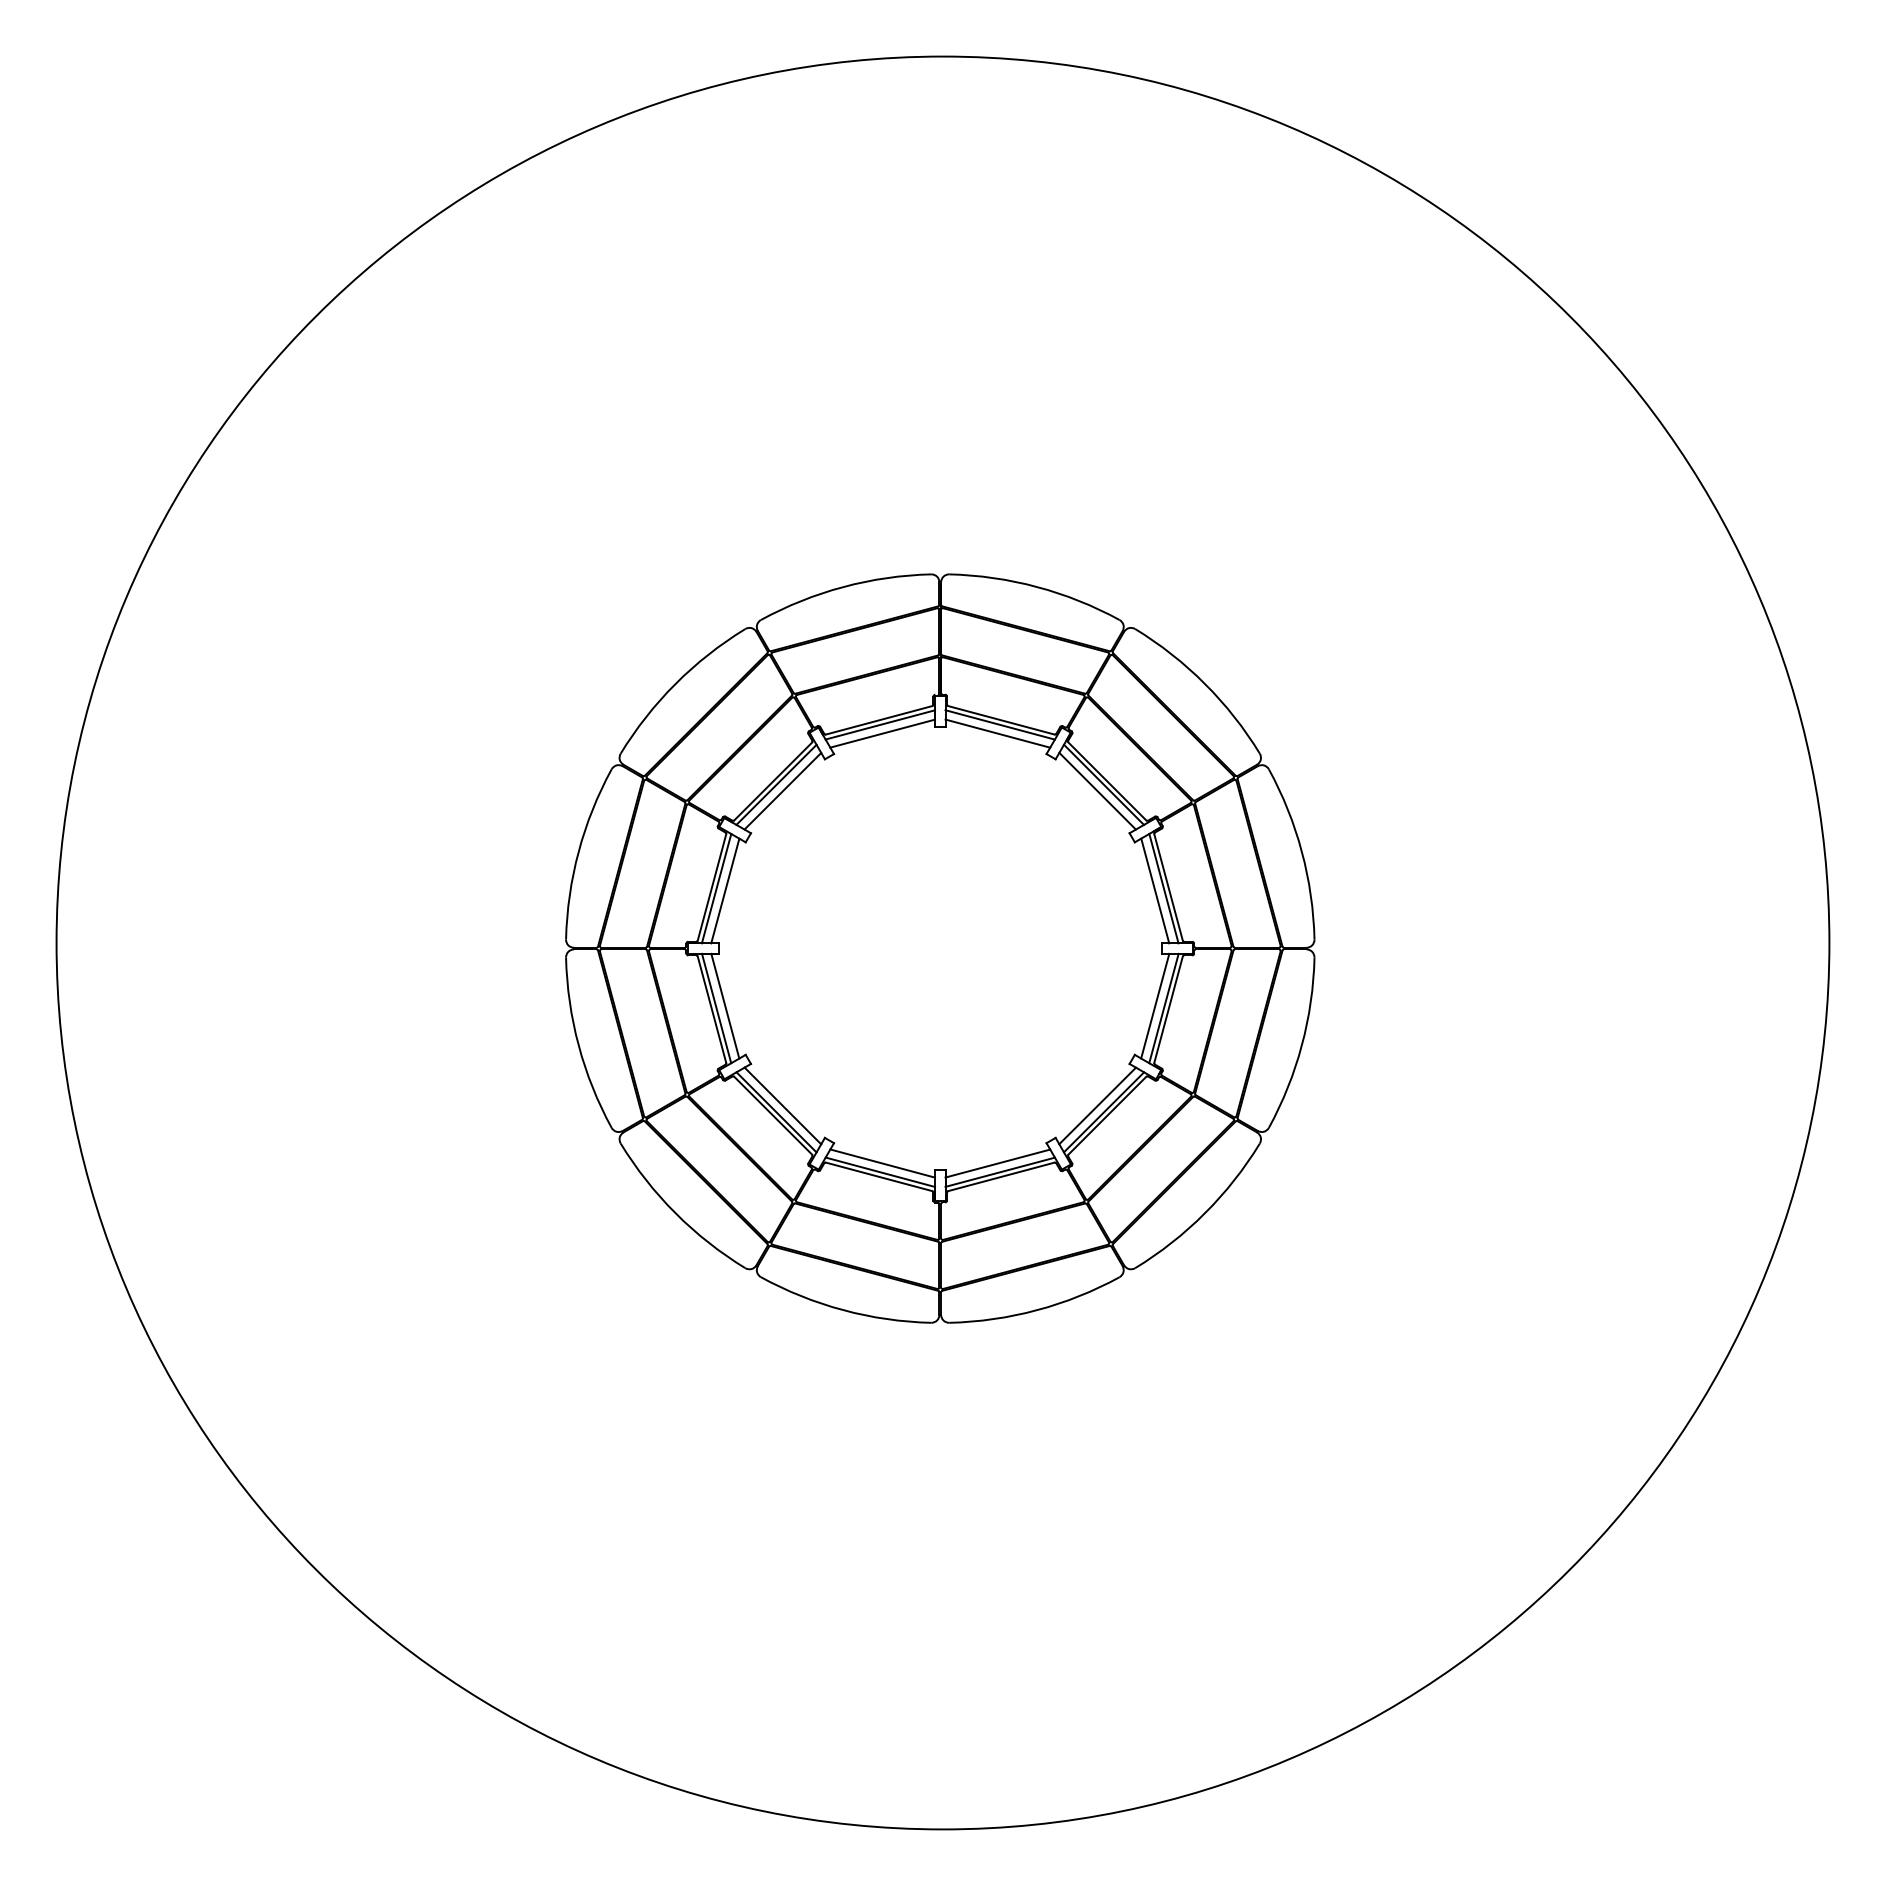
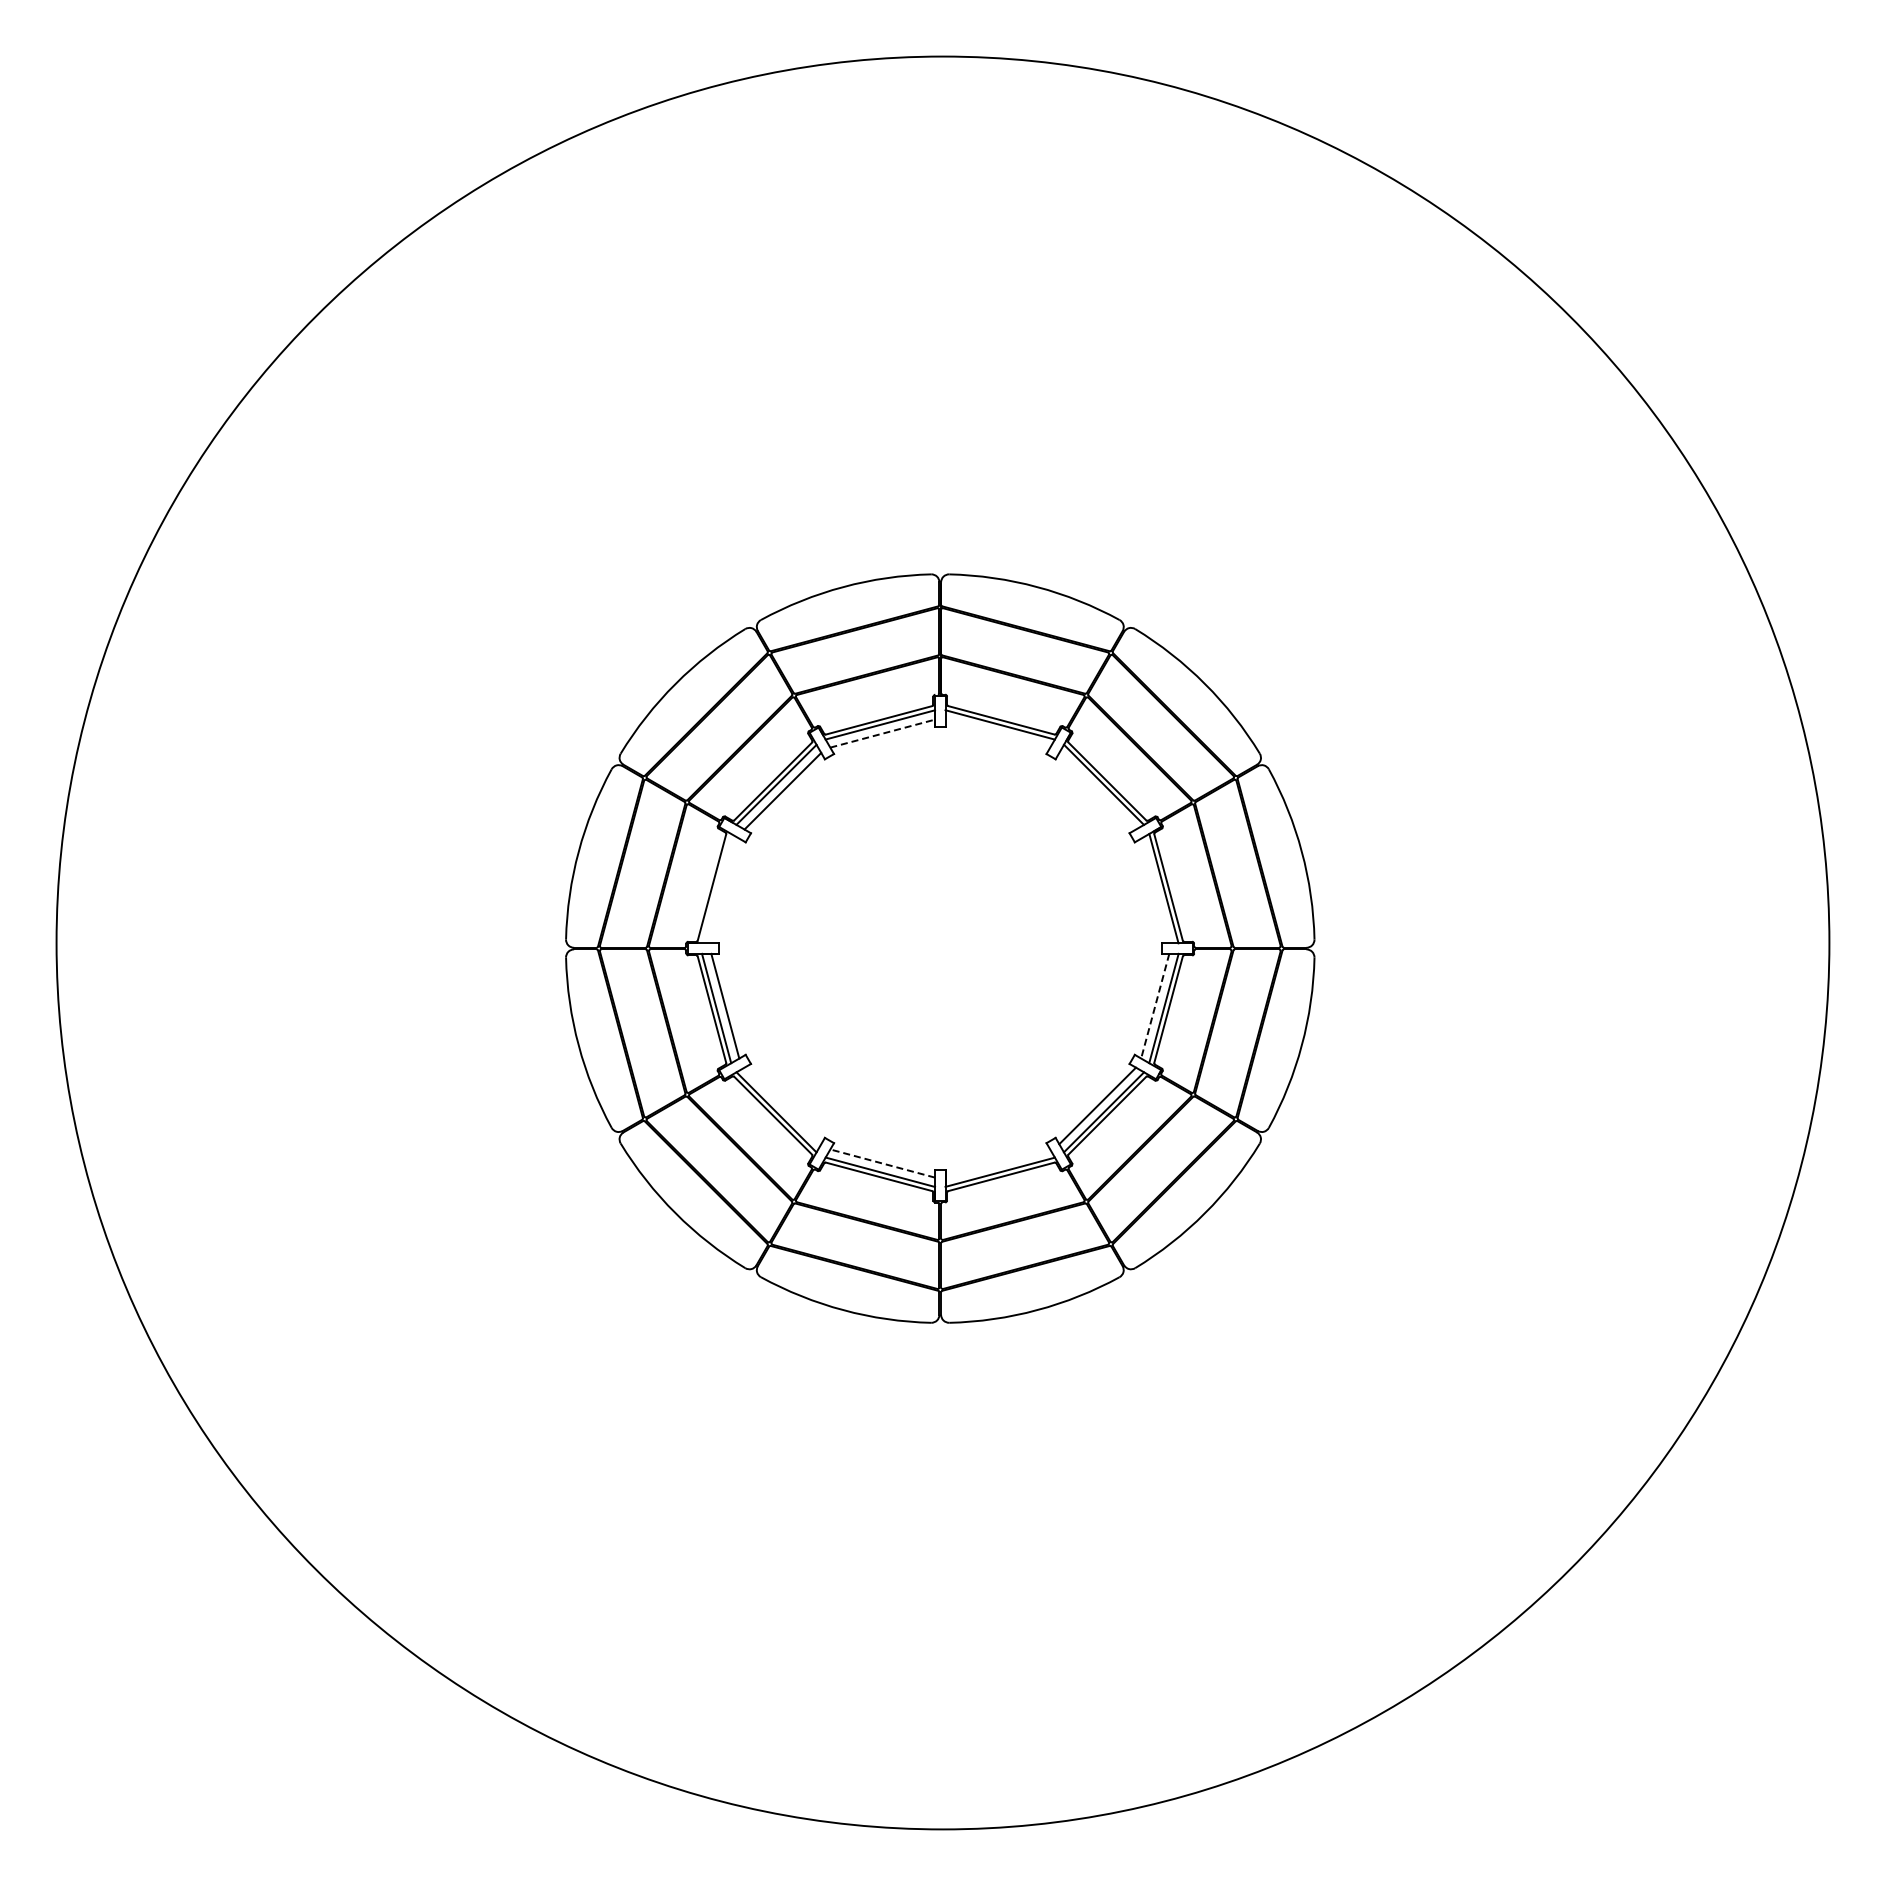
line at (883, 733): solid -> dashed
line at (997, 733): present -> none
line at (1097, 790): present -> none
line at (716, 888): present -> none
line at (725, 890): present -> none
line at (1155, 890): present -> none
line at (1155, 1006): solid -> dashed
line at (782, 1105): present -> none
line at (882, 1163): solid -> dashed
line at (997, 1163): present -> none
